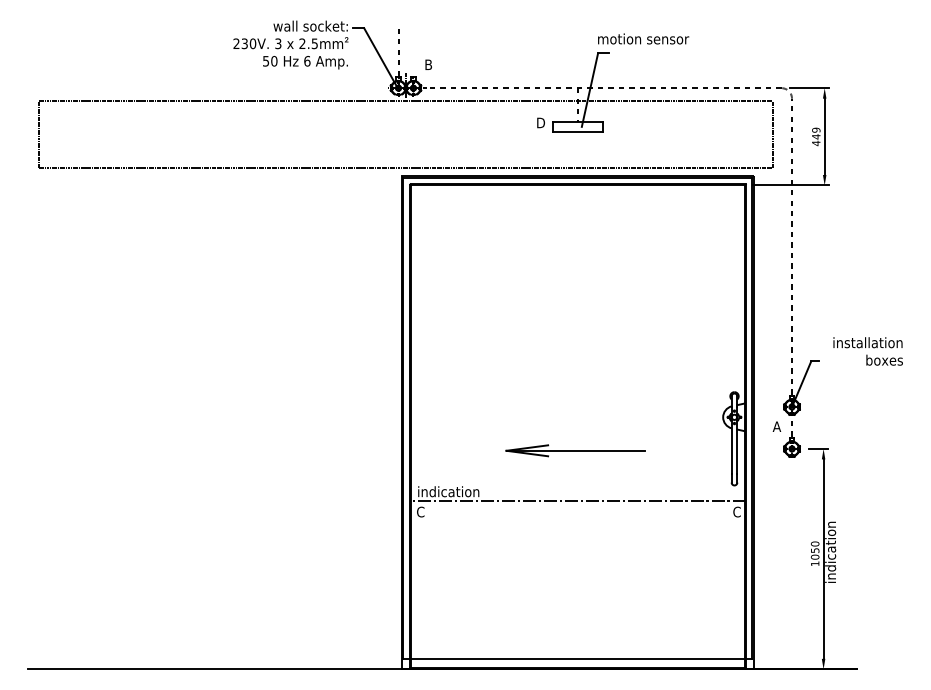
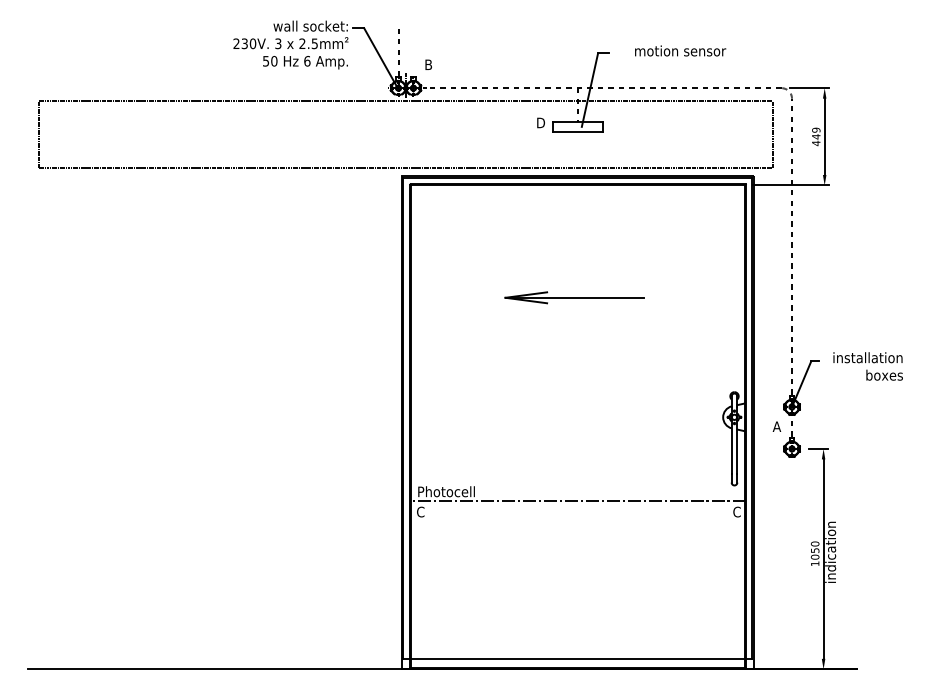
text at (643, 38) position: (643, 38) -> (680, 50)
text at (867, 351) position: (867, 351) -> (867, 366)
part at (575, 450) position: (575, 450) -> (574, 297)
text at (448, 491): indication -> Photocell
